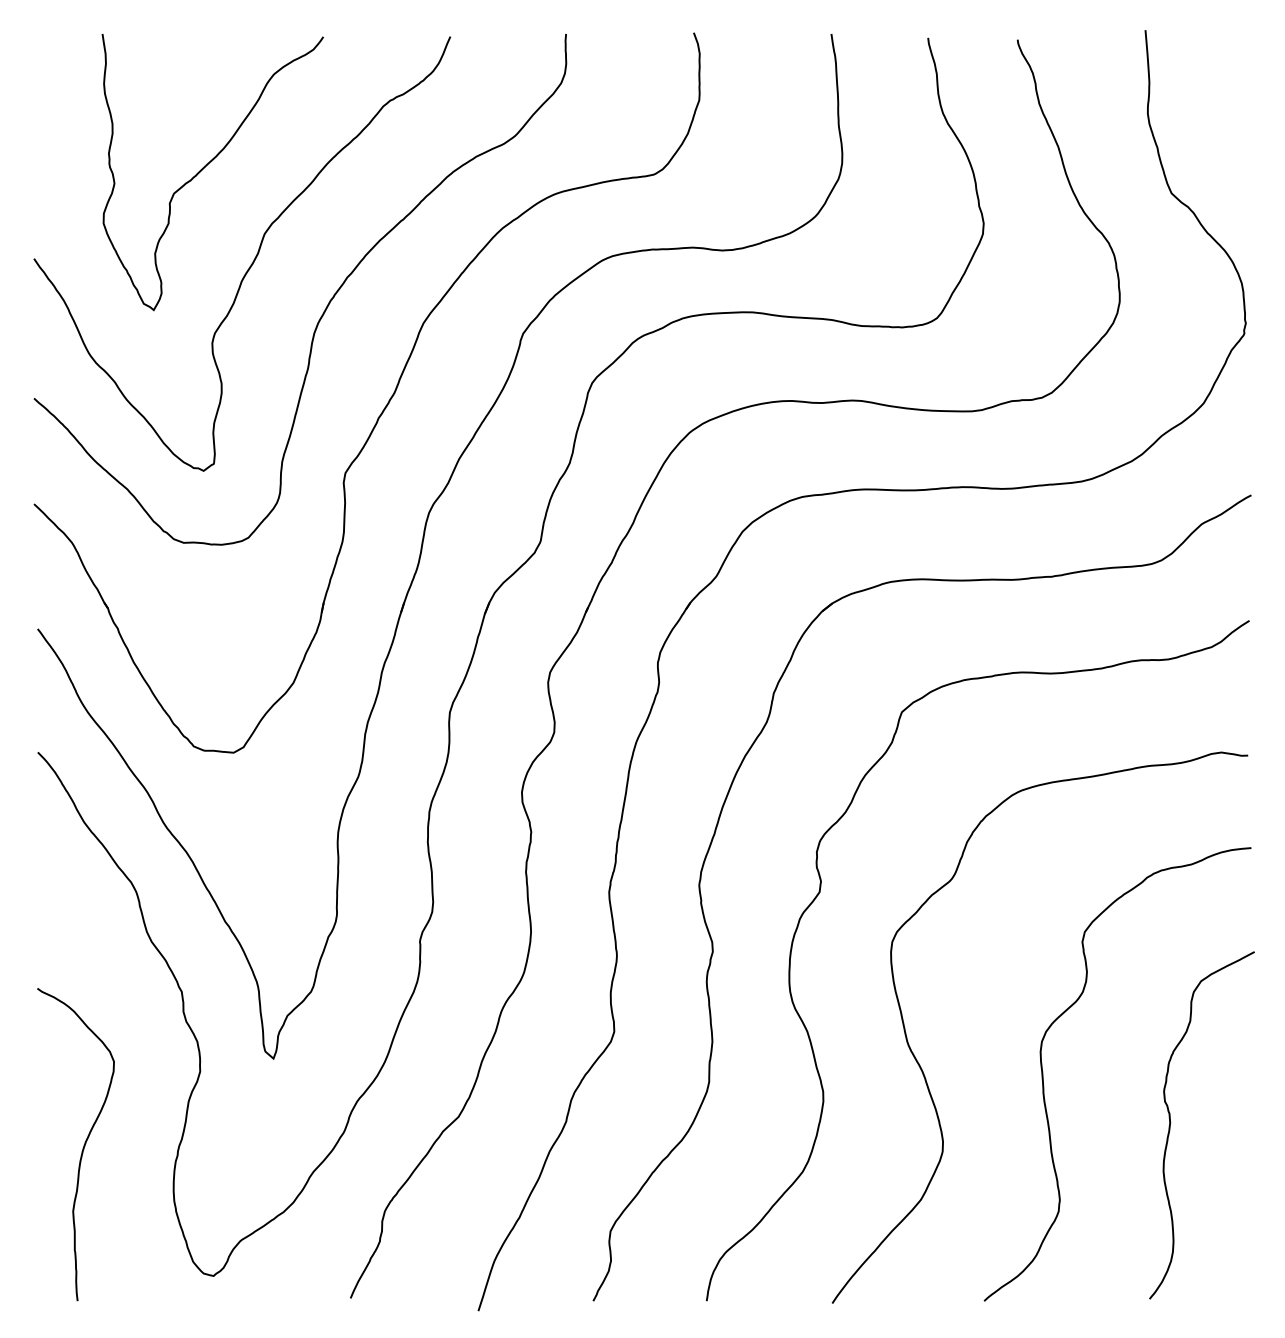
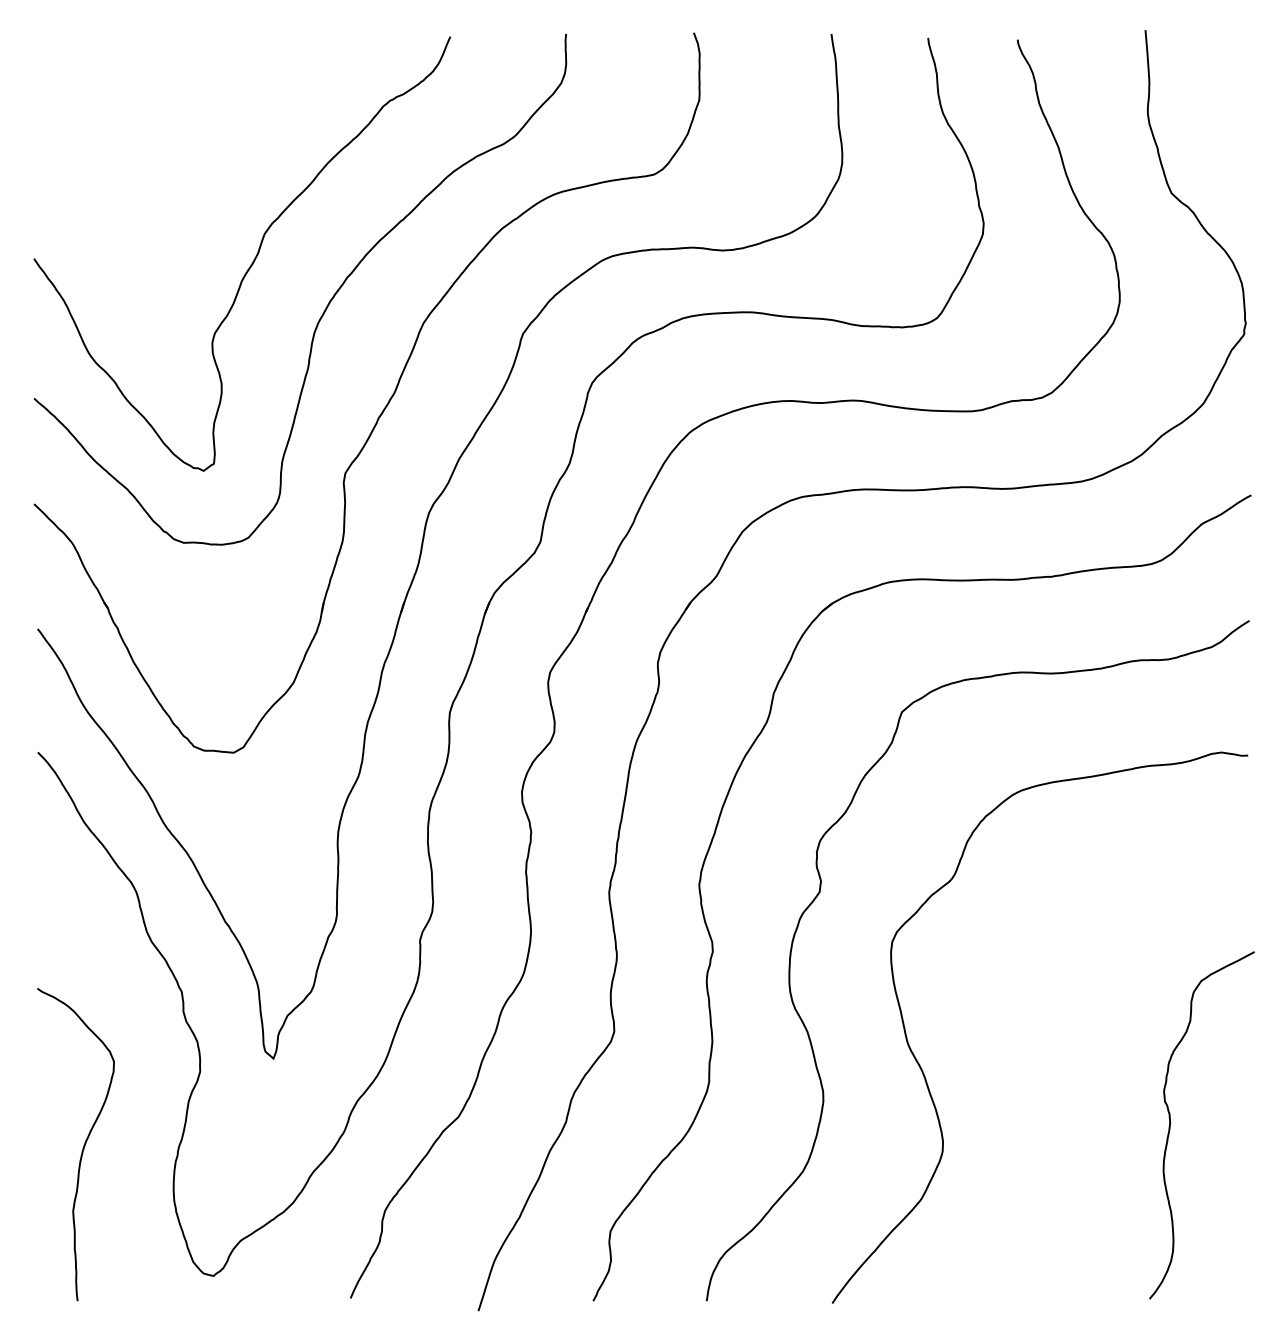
curve at (206, 166): present -> none
curve at (1044, 1085): present -> none
